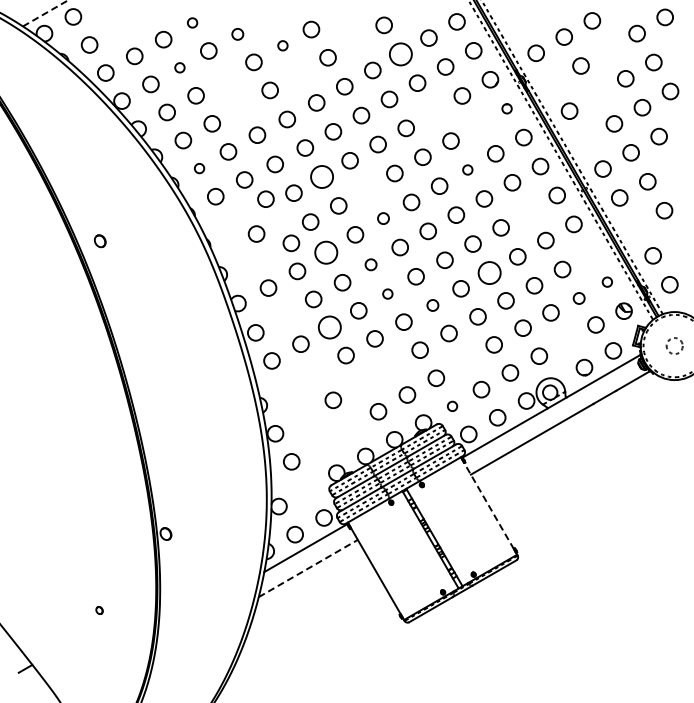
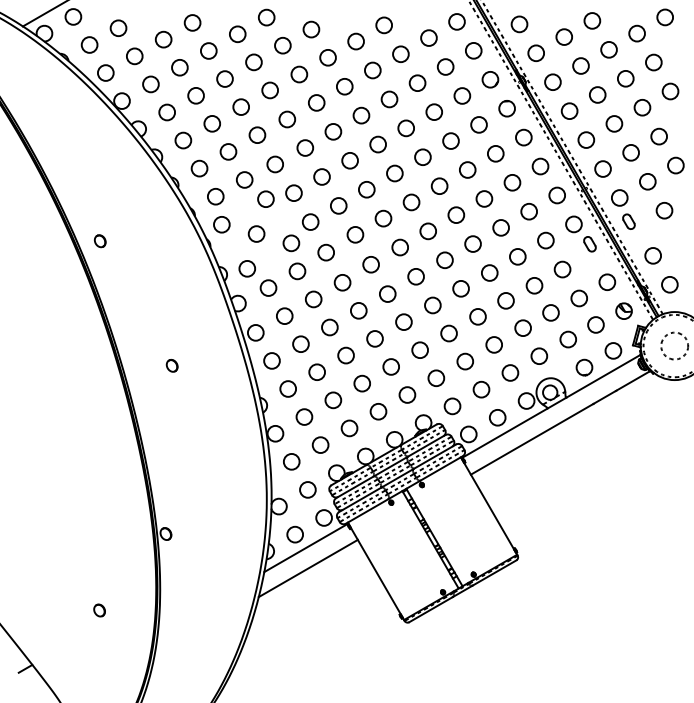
line at (46, 13): dashed -> solid
circle at (266, 17): none -> present
circle at (192, 22) size: 12x12 px -> 19x18 px
circle at (519, 24): none -> present
circle at (118, 27): none -> present
circle at (237, 34) size: 14x13 px -> 18x19 px
circle at (355, 41): none -> present
circle at (282, 45) size: 12x12 px -> 18x18 px
circle at (608, 49): none -> present
circle at (400, 54) size: 24x25 px -> 18x18 px
circle at (179, 67) size: 12x12 px -> 18x18 px
circle at (299, 74): none -> present
circle at (224, 78): none -> present
circle at (552, 81): none -> present
circle at (597, 94): none -> present
circle at (240, 106): none -> present
circle at (506, 108) size: 12x12 px -> 18x18 px
circle at (433, 111): none -> present
circle at (478, 124): none -> present
circle at (586, 139): none -> present
circle at (675, 165): none -> present
circle at (199, 168) size: 12x12 px -> 19x19 px
circle at (467, 169) size: 12x12 px -> 18x18 px
circle at (321, 176) size: 24x24 px -> 18x18 px
circle at (366, 189): none -> present
circle at (528, 211): none -> present
circle at (383, 218) size: 13x13 px -> 19x19 px
part at (628, 221): none -> present
circle at (221, 224): none -> present
part at (589, 244): none -> present
circle at (326, 252) size: 25x25 px -> 18x19 px
circle at (370, 264) size: 14x14 px -> 18x18 px
circle at (246, 268): none -> present
circle at (489, 272) size: 25x24 px -> 18x18 px
circle at (606, 281) size: 12x12 px -> 19x18 px
circle at (387, 293) size: 12x12 px -> 18x18 px
circle at (578, 298) size: 14x13 px -> 18x19 px
circle at (432, 305) size: 14x13 px -> 18x19 px
circle at (284, 315): none -> present
circle at (329, 327) size: 24x25 px -> 18x19 px
circle at (567, 339): none -> present
circle at (674, 346) diameter: 16 px -> 27 px
circle at (464, 361): none -> present
part at (171, 365): none -> present
circle at (390, 366): none -> present
circle at (316, 371): none -> present
circle at (361, 383): none -> present
circle at (287, 388): none -> present
circle at (452, 405) size: 13x12 px -> 19x19 px
circle at (304, 416): none -> present
circle at (349, 428): none -> present
circle at (320, 444): none -> present
circle at (307, 489): none -> present
line at (488, 505): dashed -> solid
line at (308, 568): dashed -> solid
part at (99, 610) size: 9x9 px -> 13x15 px
